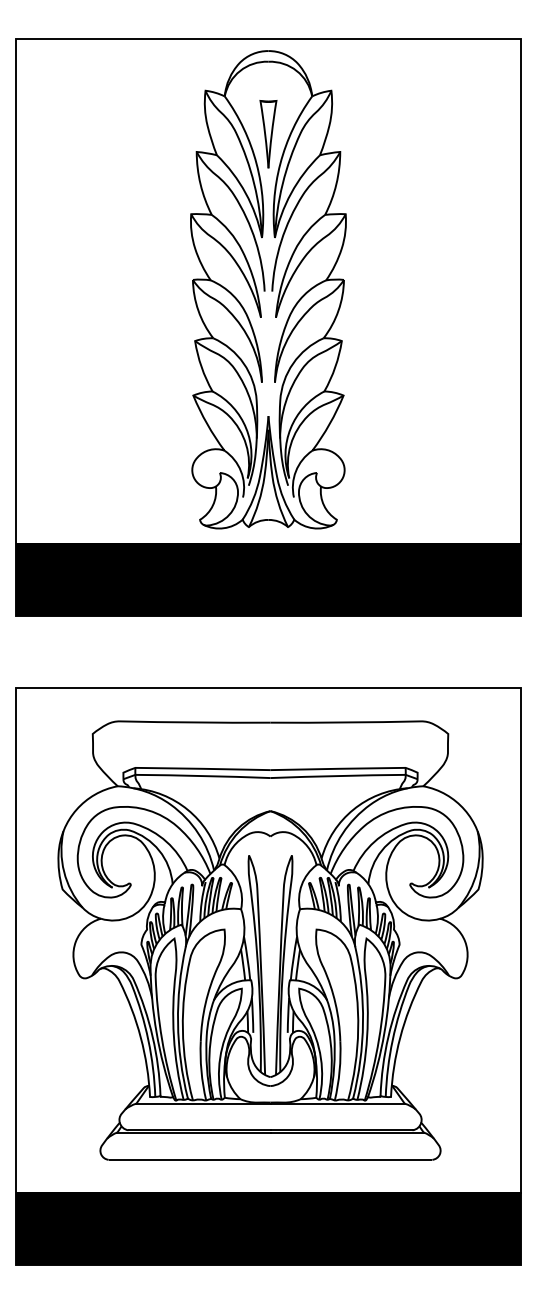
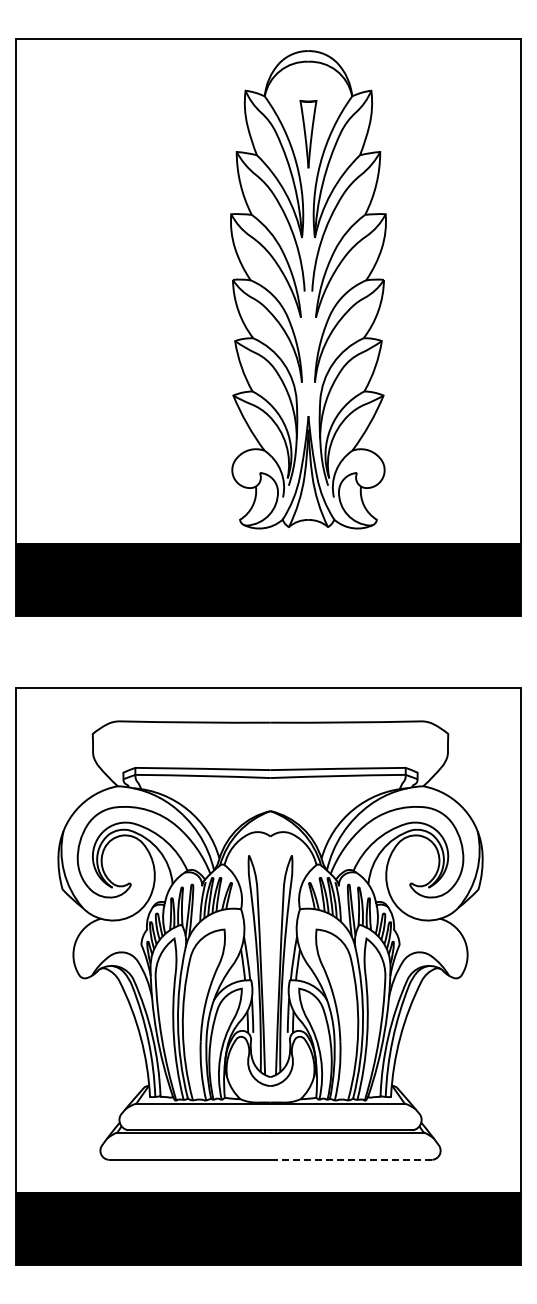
part at (268, 289) position: (268, 289) -> (308, 289)
line at (351, 1159): solid -> dashed
